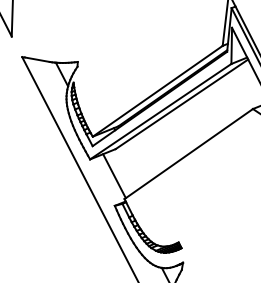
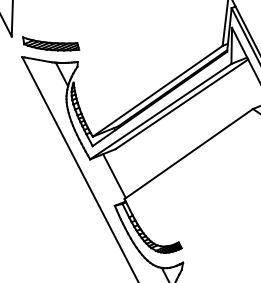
part at (51, 43): none -> present
